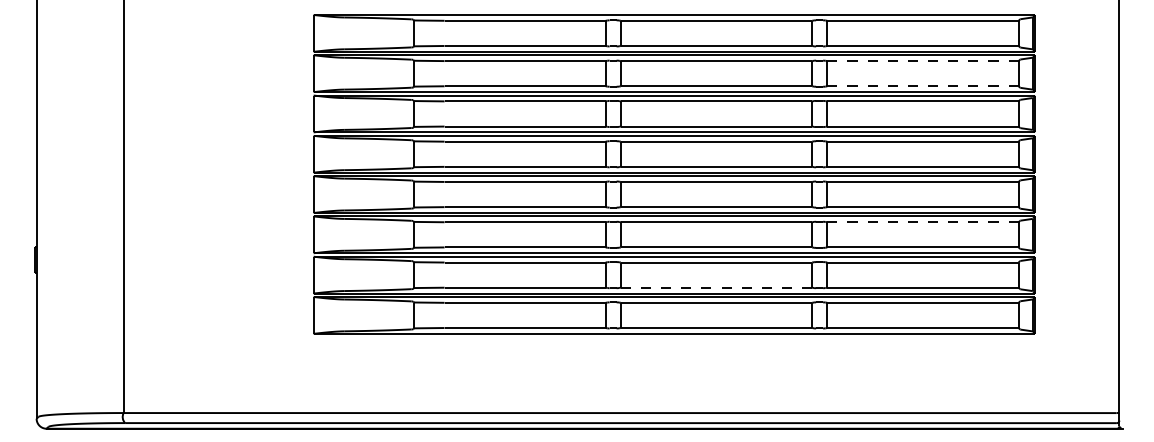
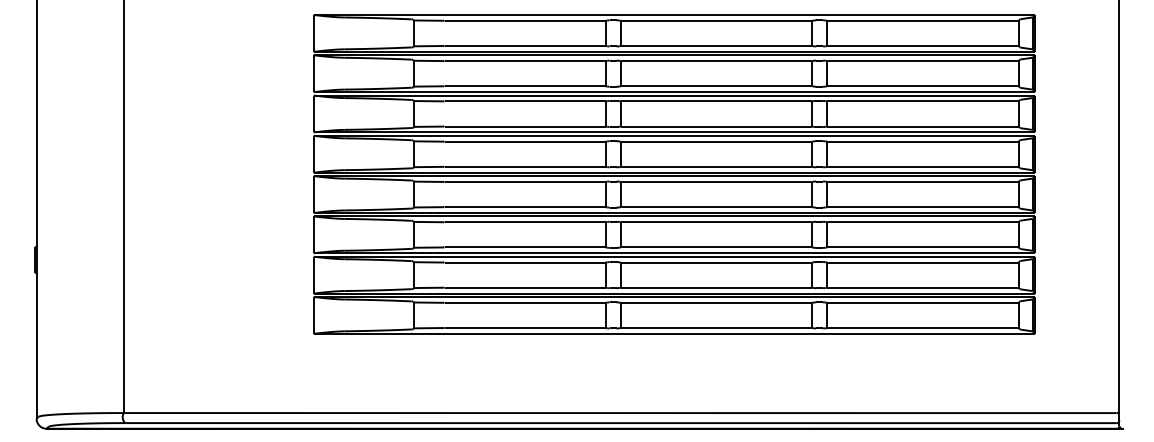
line at (922, 61): dashed -> solid
line at (922, 86): dashed -> solid
line at (922, 222): dashed -> solid
line at (716, 287): dashed -> solid
